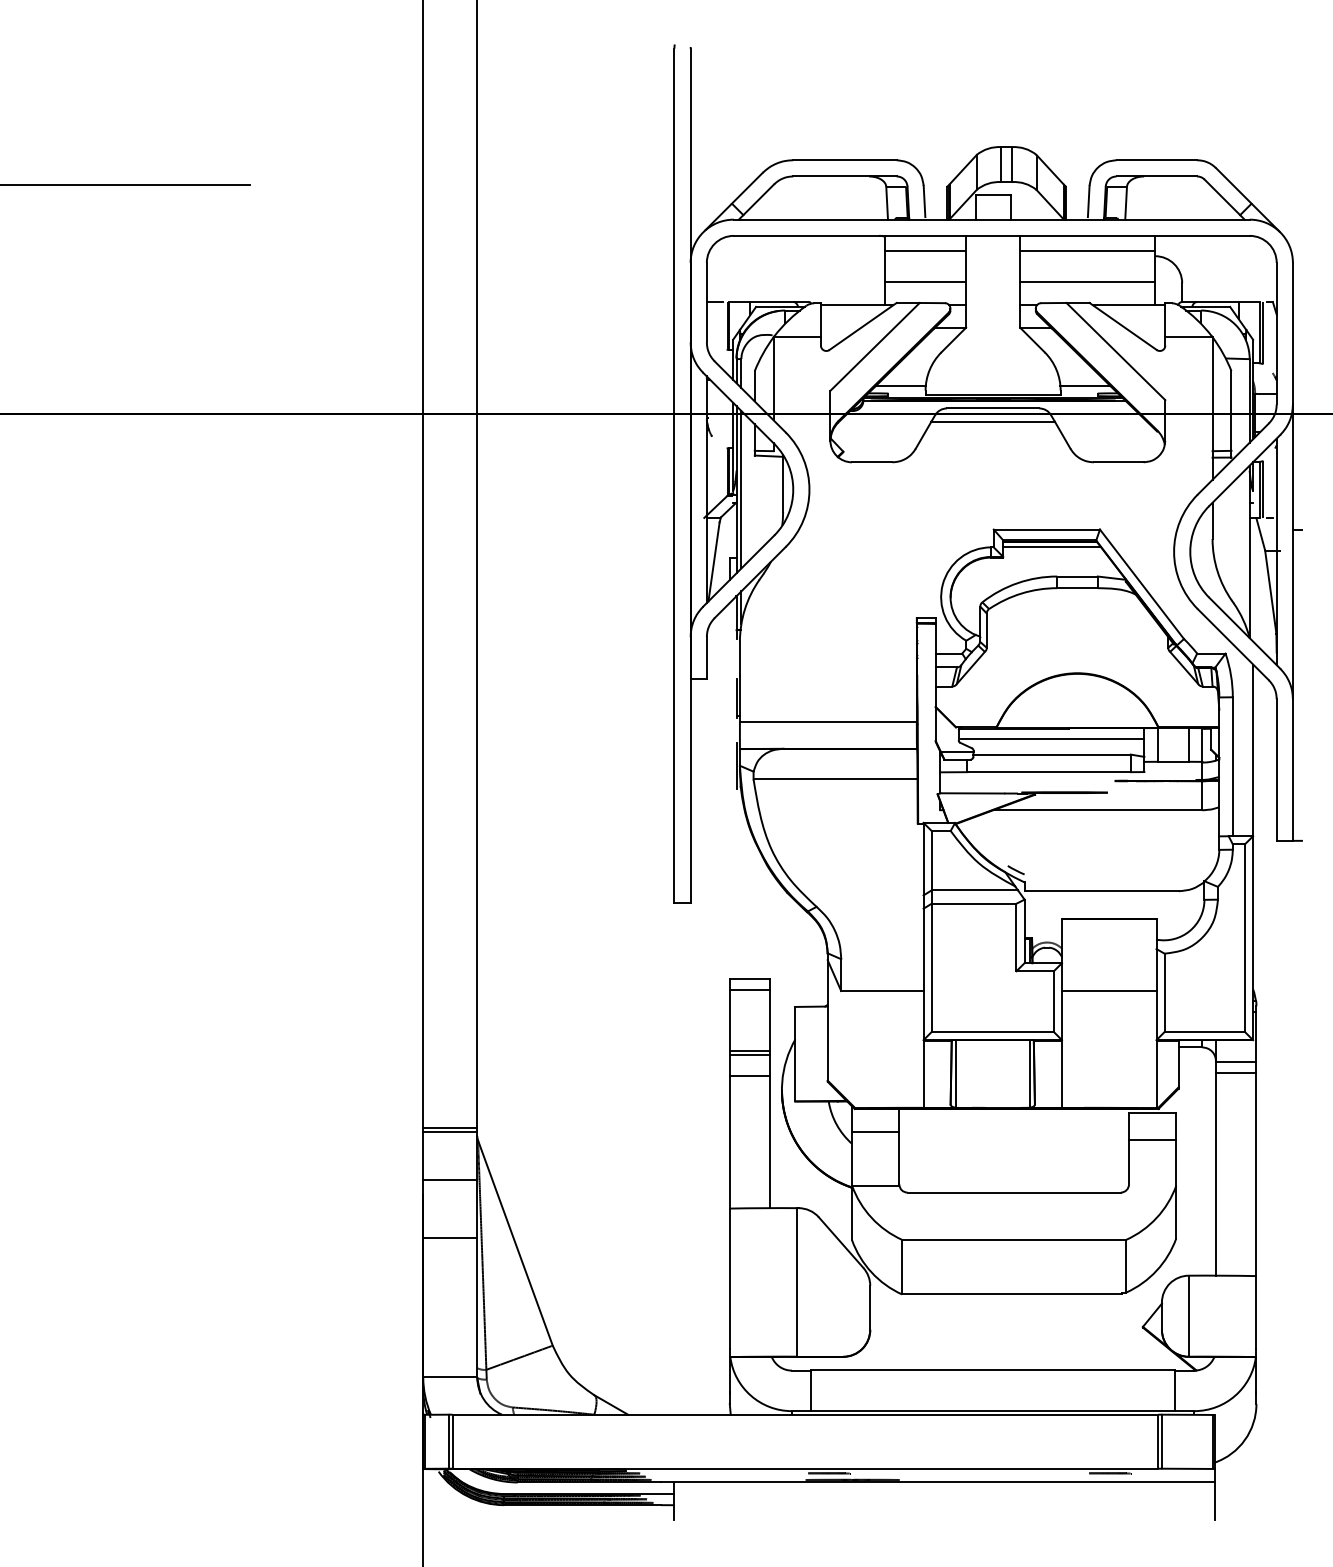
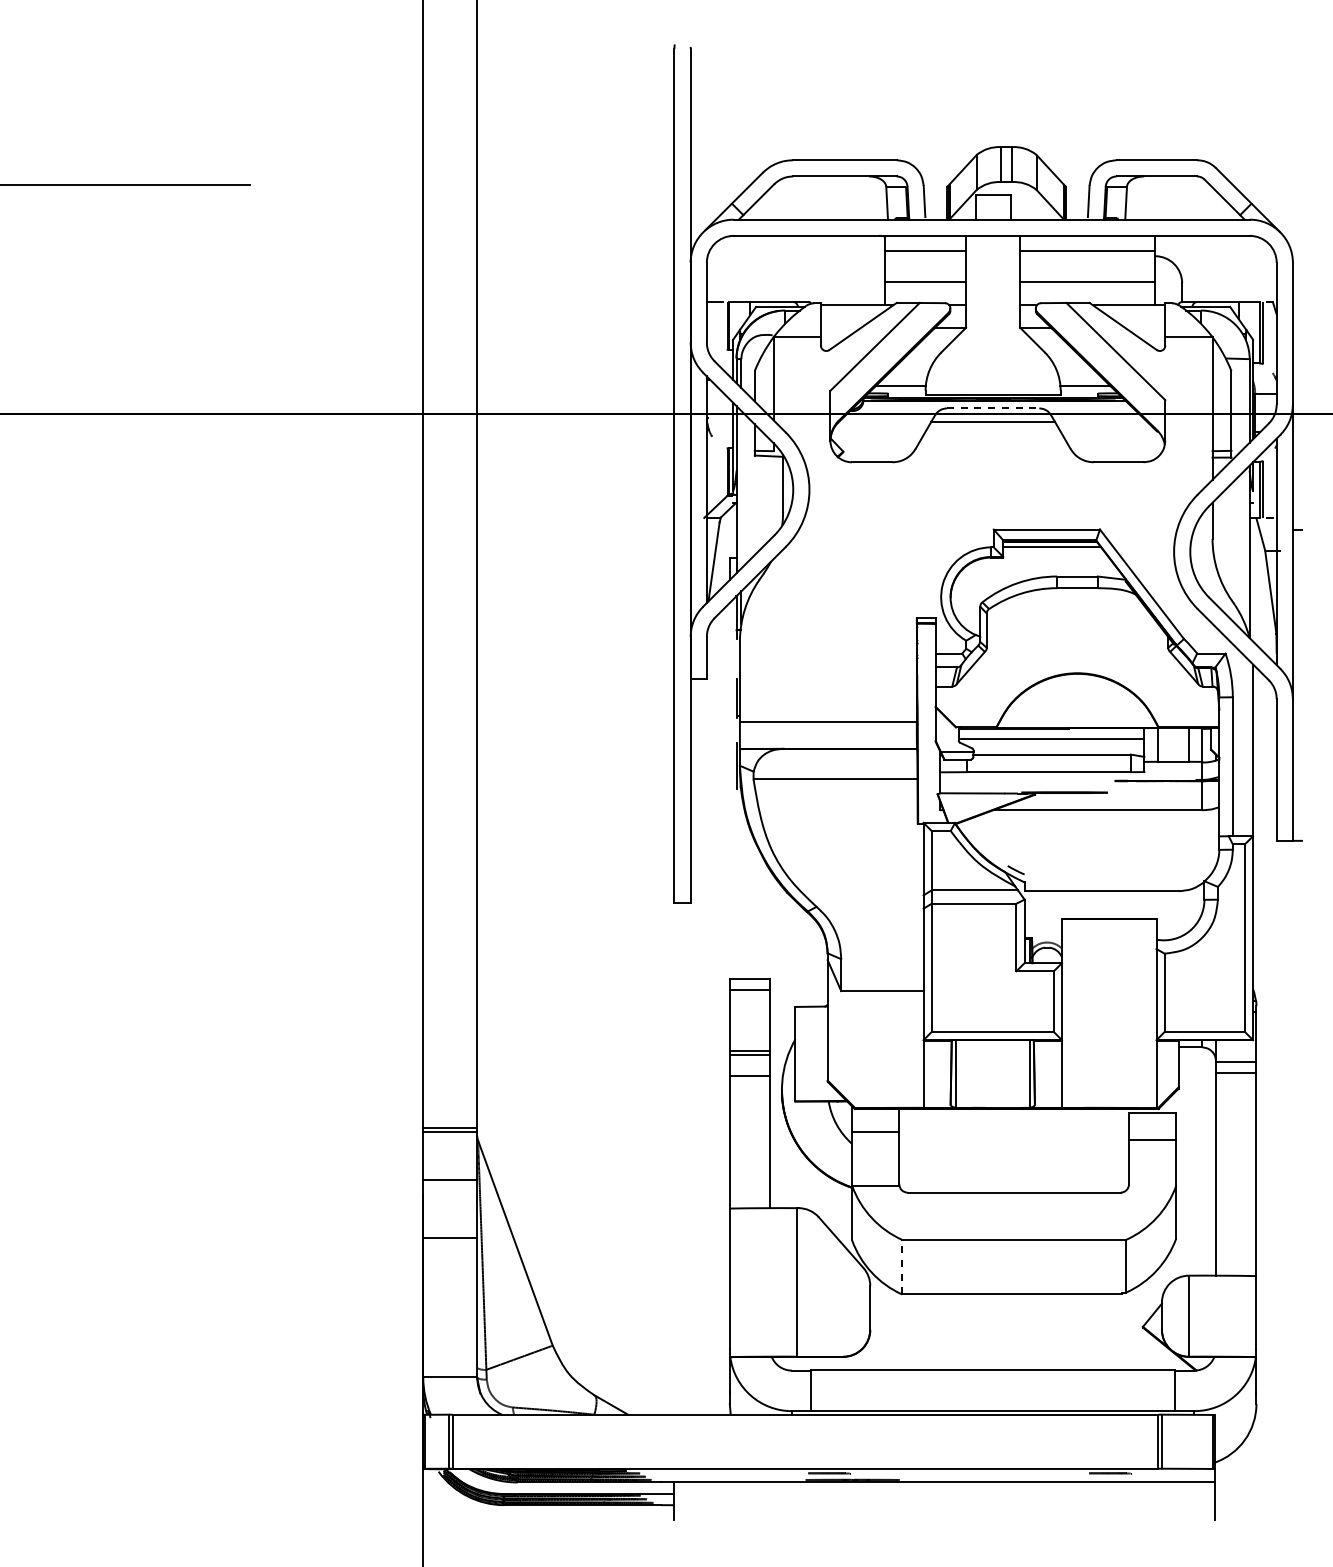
line at (993, 408): solid -> dashed
line at (741, 489): present -> none
line at (1109, 991): present -> none
line at (902, 1266): solid -> dashed
